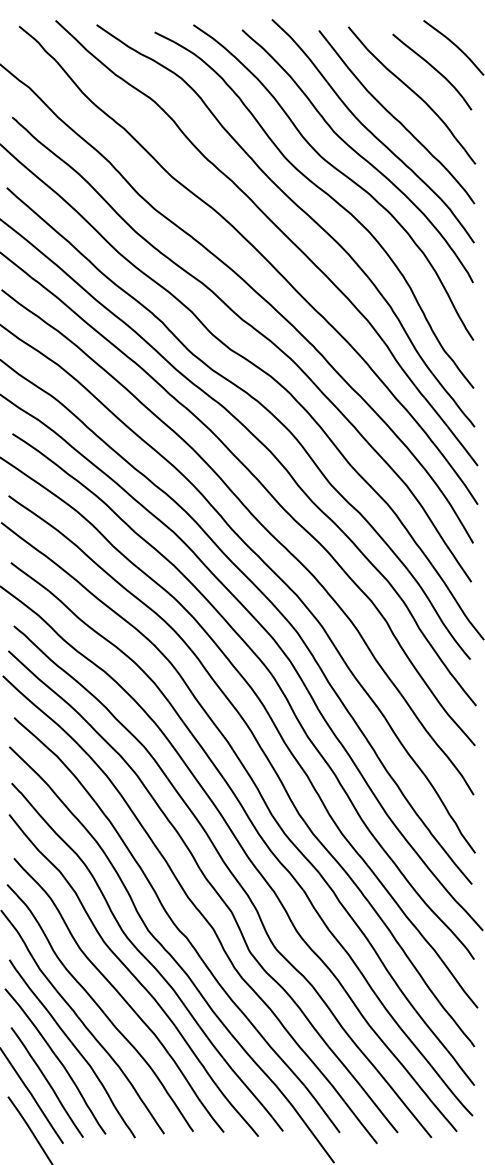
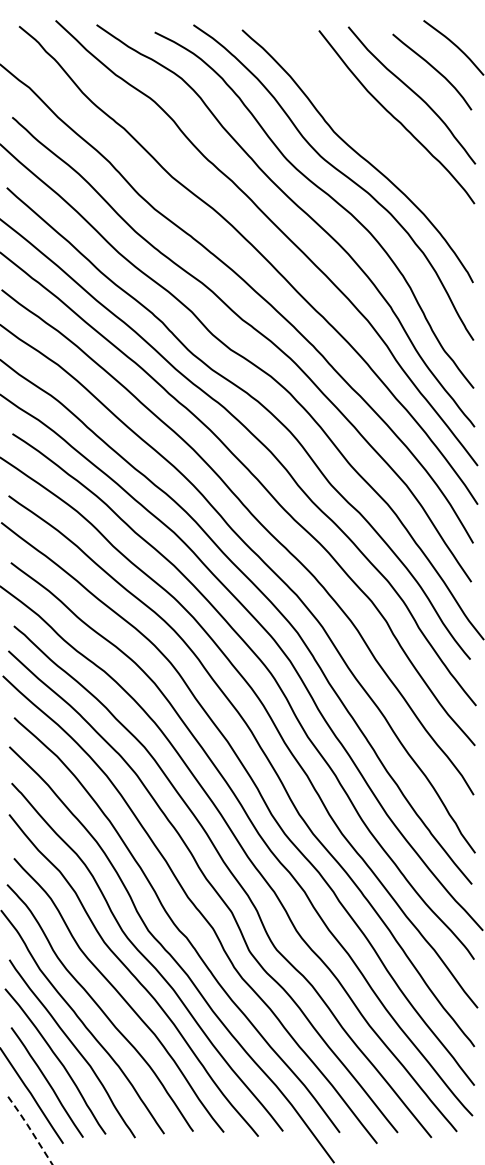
curve at (371, 131): present -> none
line at (30, 1129): solid -> dashed
